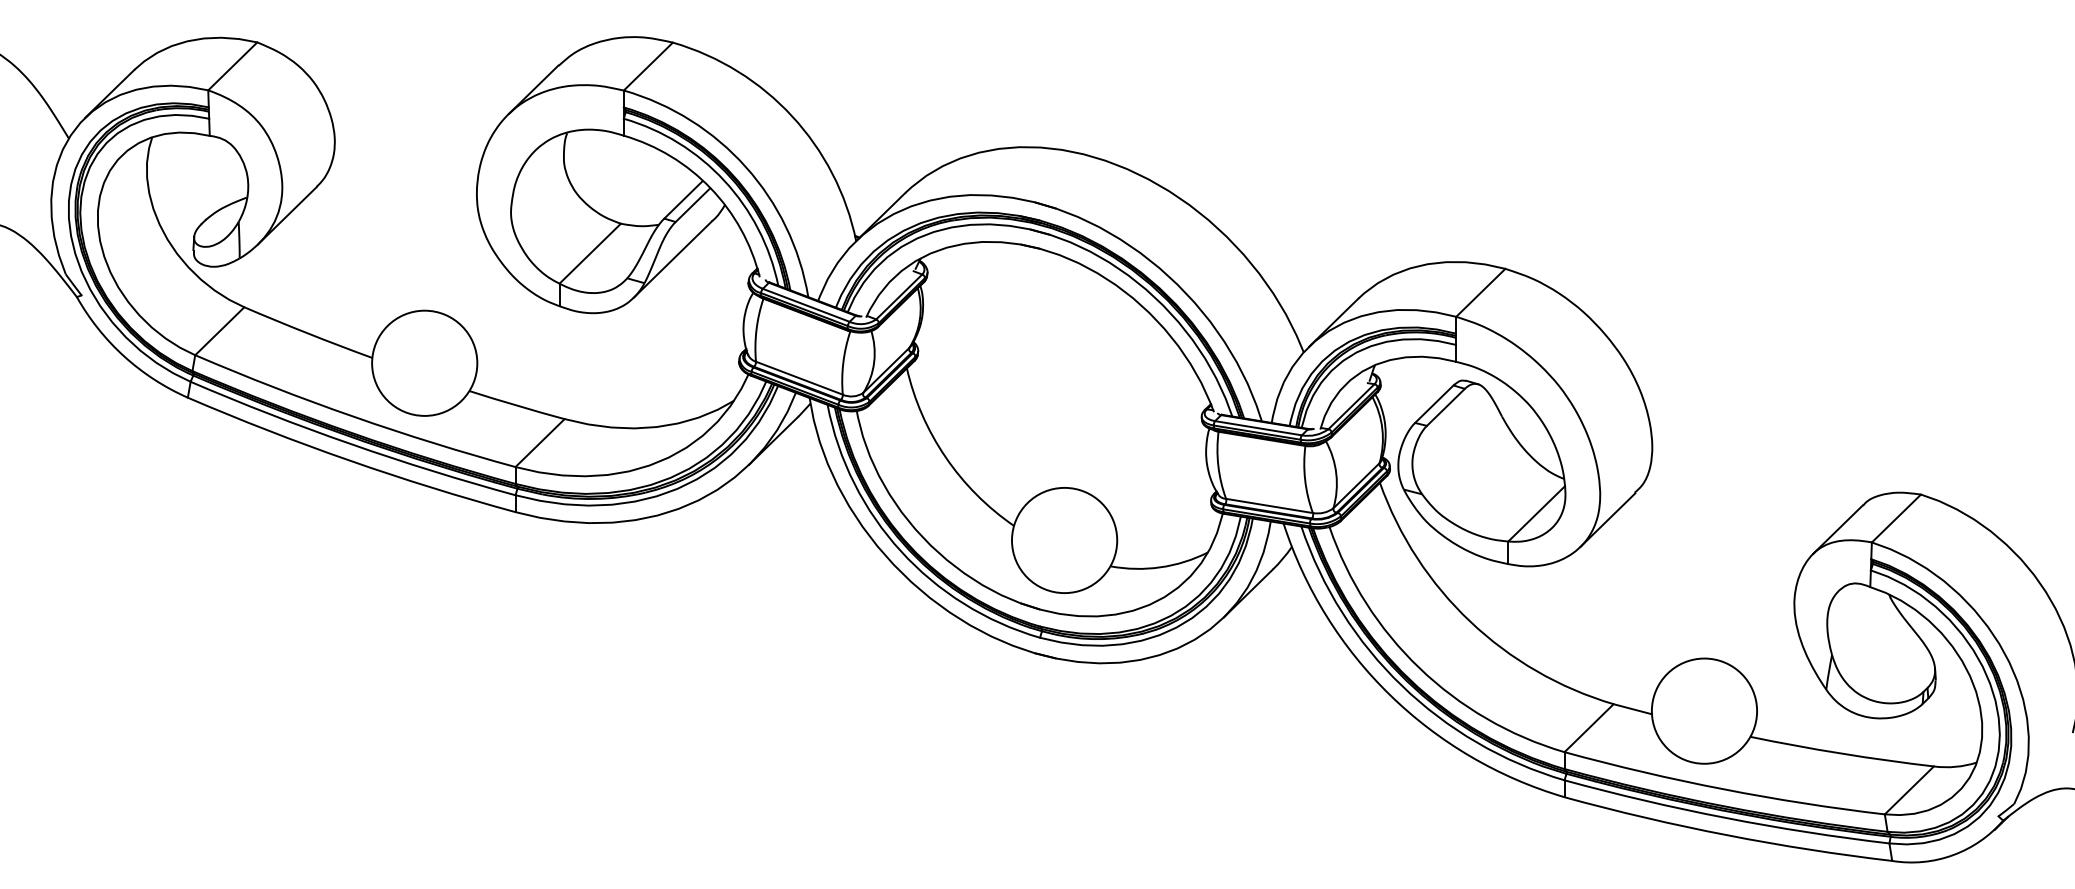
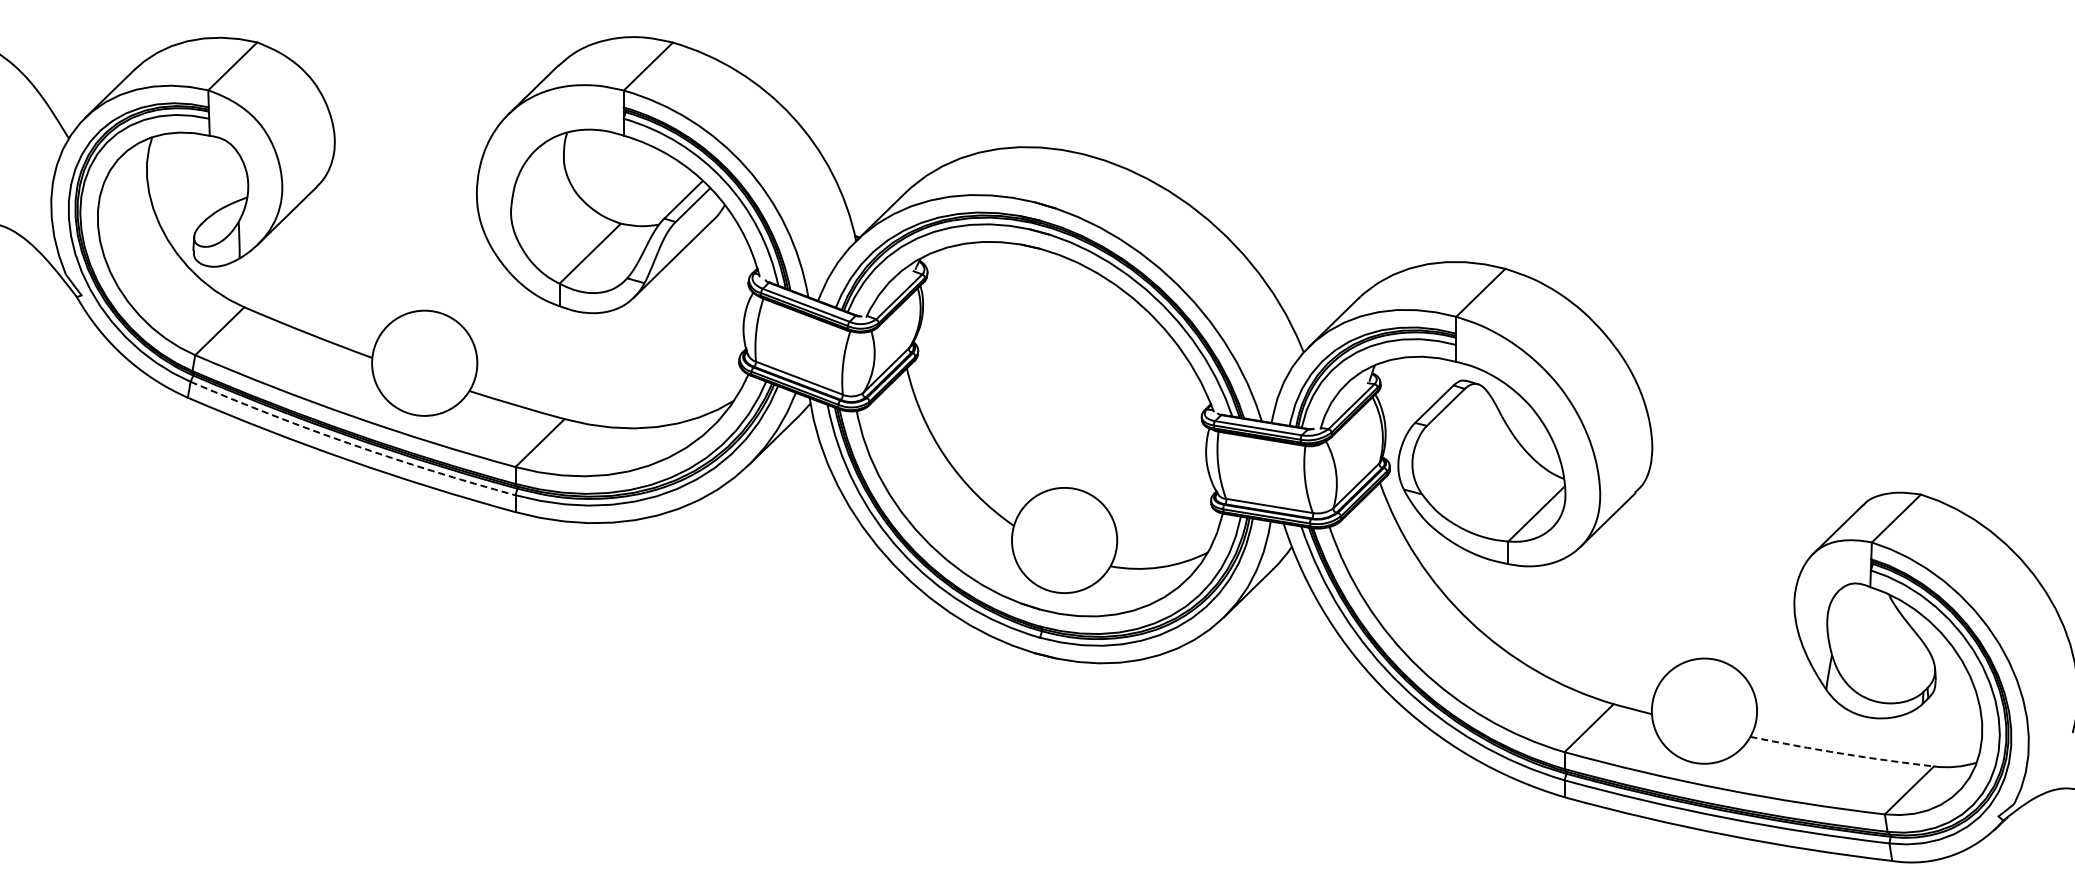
arc at (351, 444): solid -> dashed
arc at (1841, 753): solid -> dashed
